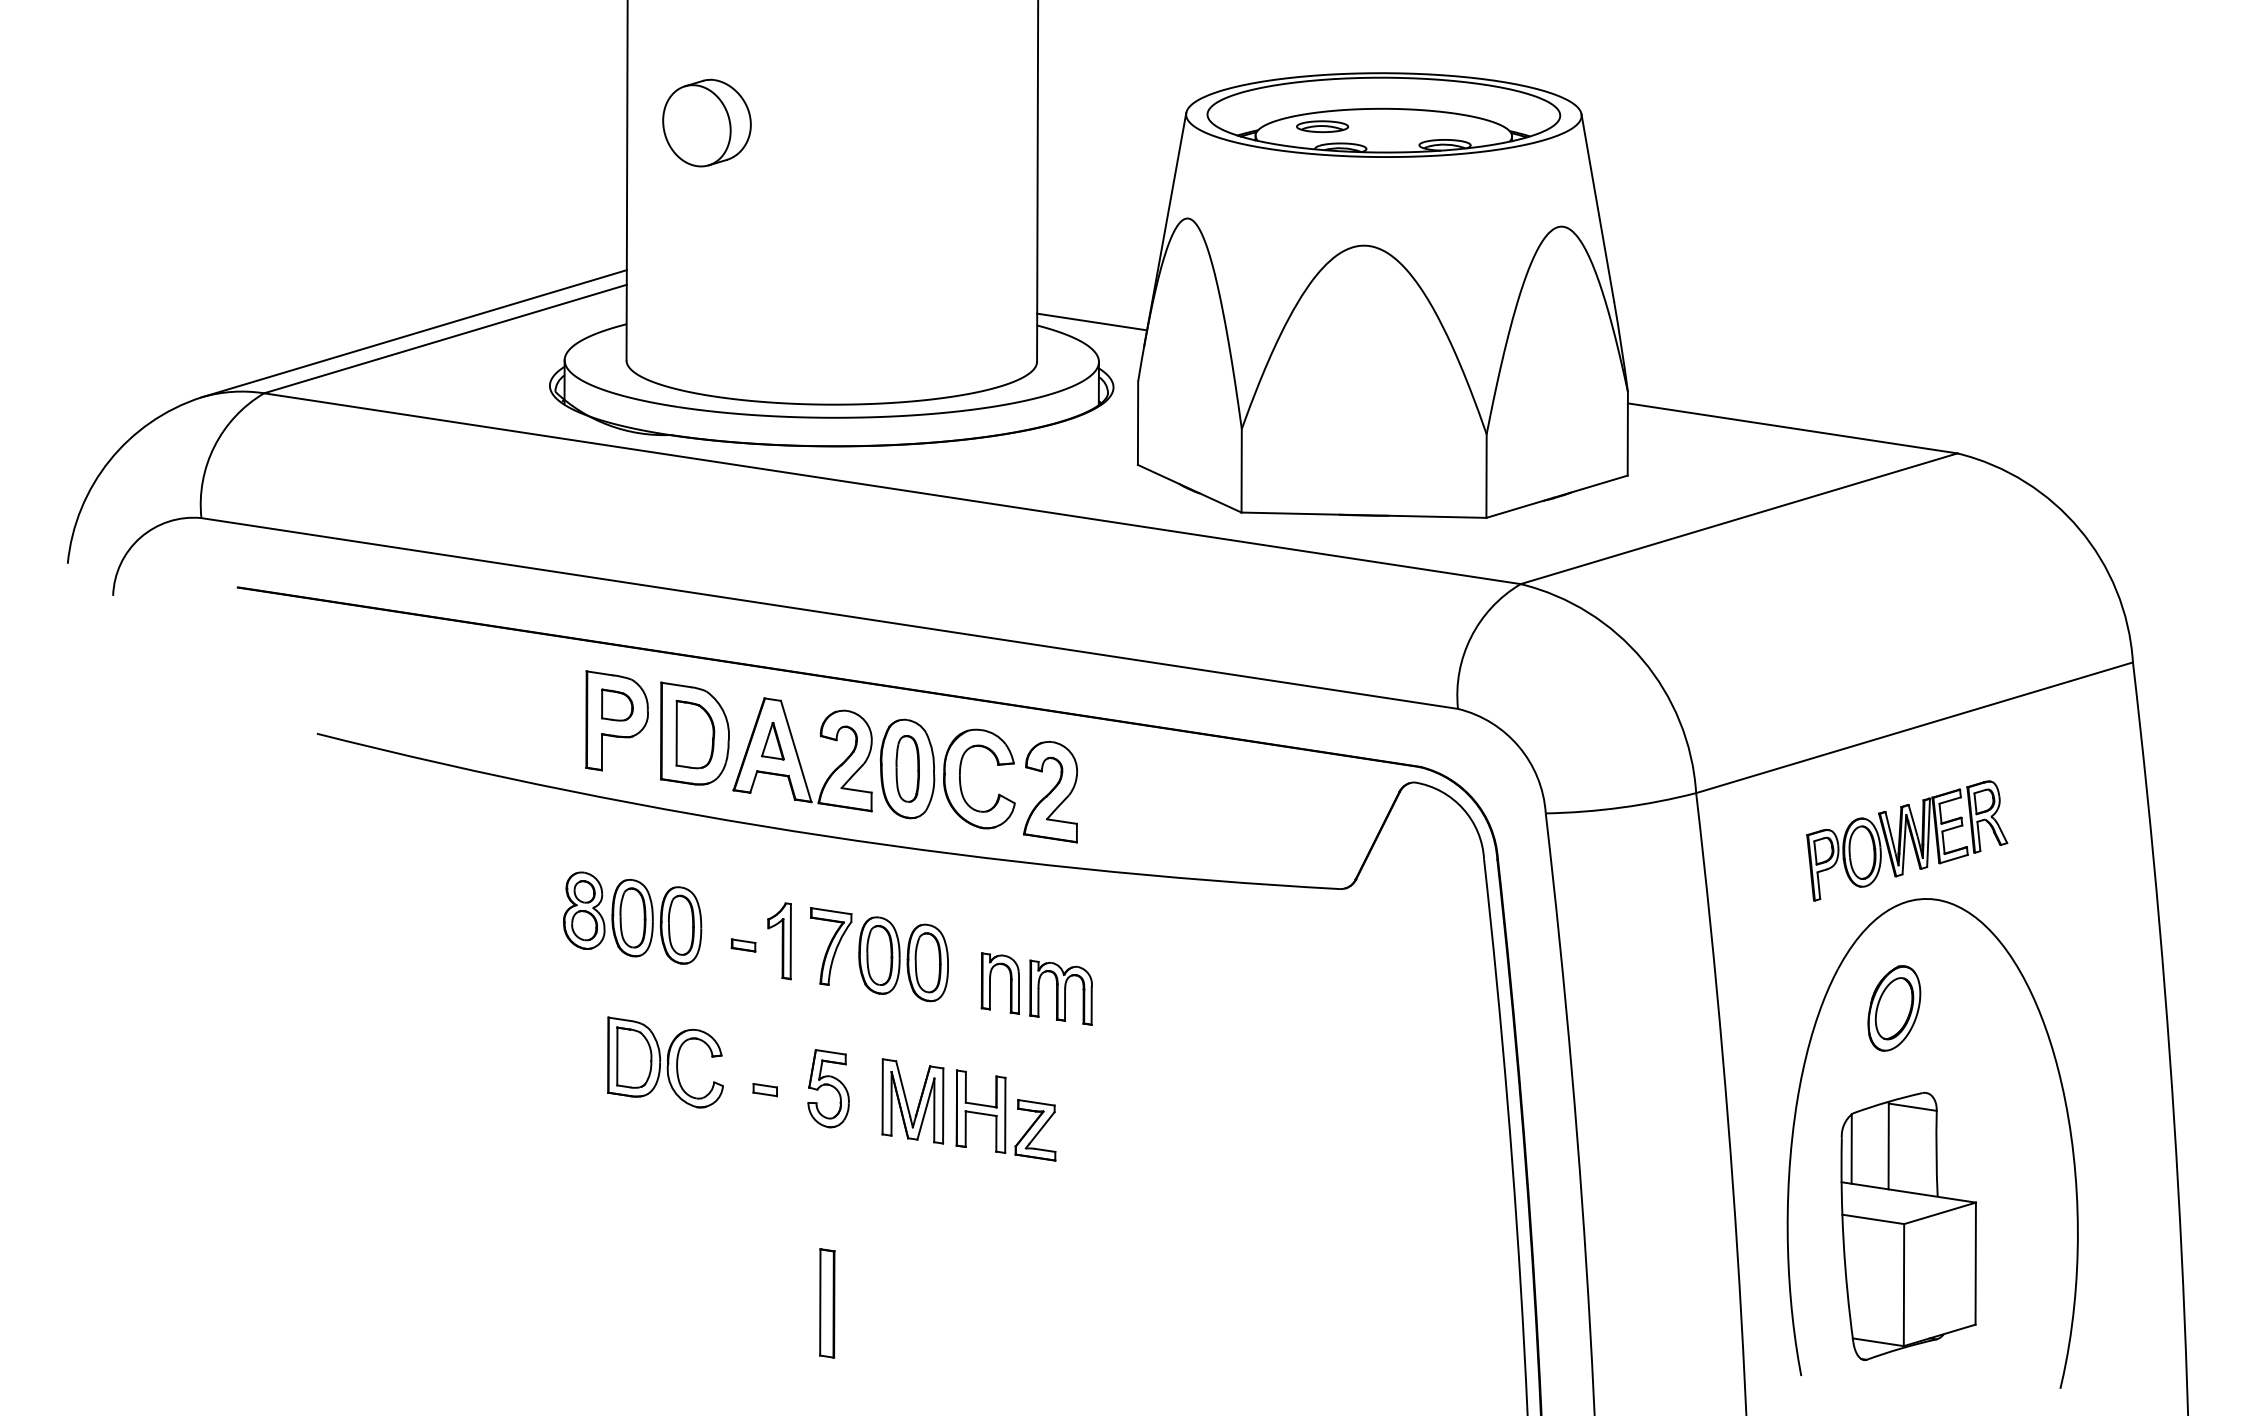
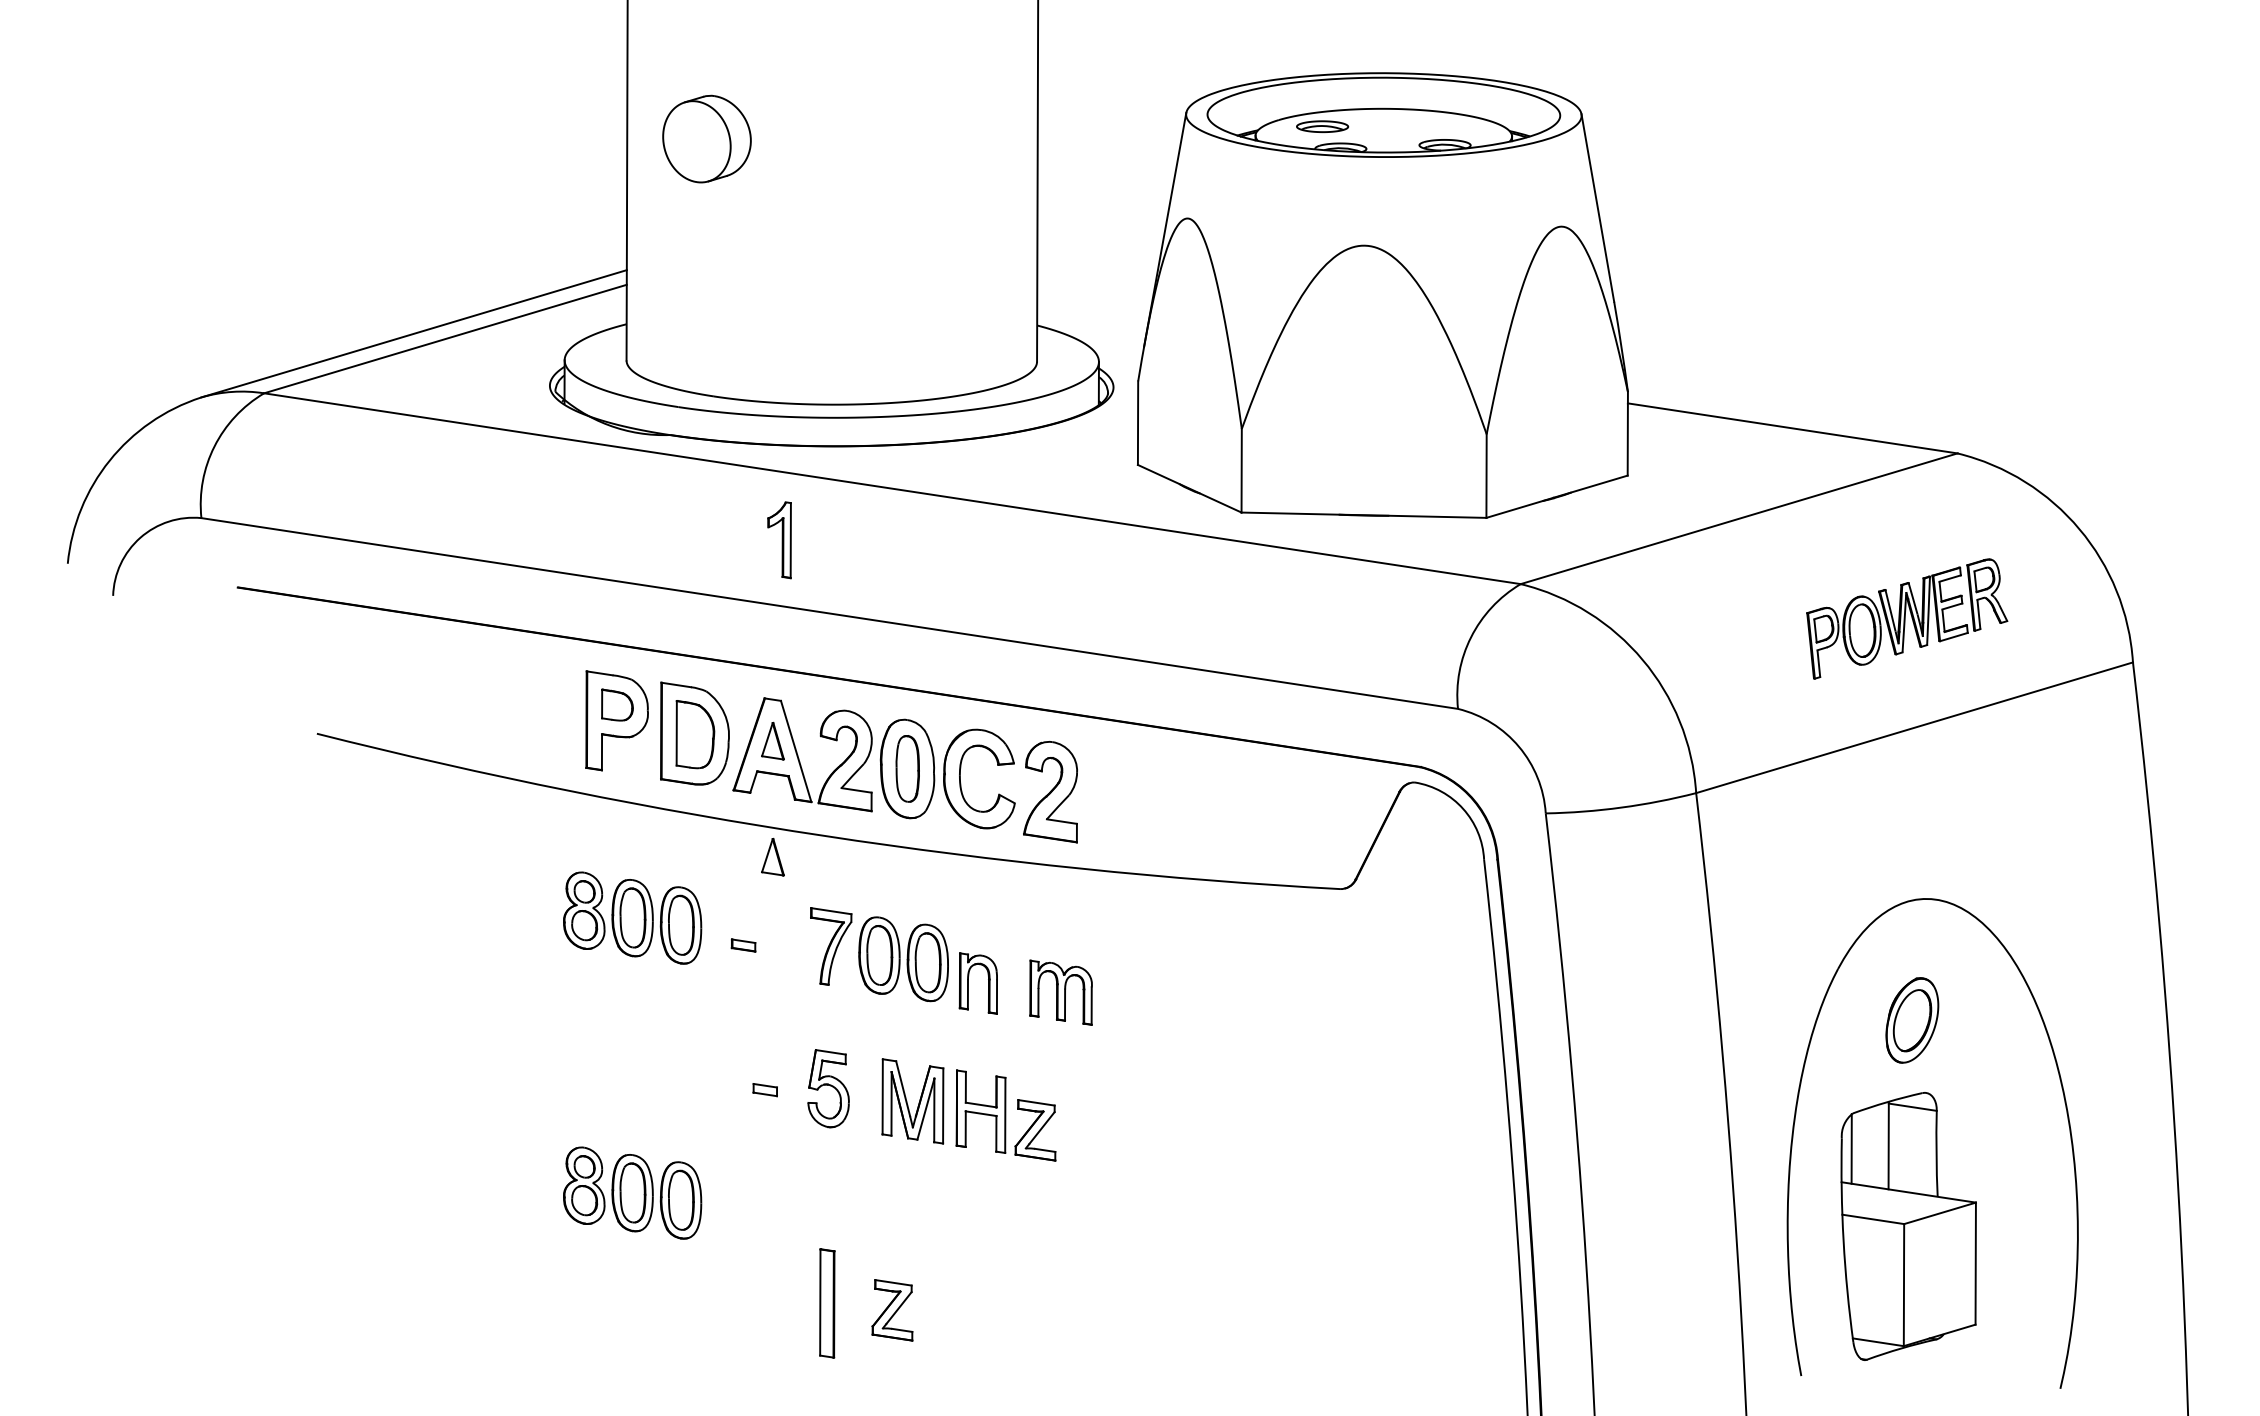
part at (706, 122) position: (706, 122) -> (706, 138)
line at (1092, 321): present -> none
part at (1907, 840) position: (1907, 840) -> (1907, 618)
part at (772, 856): none -> present
part at (779, 941) position: (779, 941) -> (779, 540)
part at (990, 983) position: (990, 983) -> (968, 983)
part at (1894, 1008) position: (1894, 1008) -> (1912, 1020)
part at (665, 1062): present -> none
part at (632, 1192): none -> present
part at (892, 1310): none -> present
